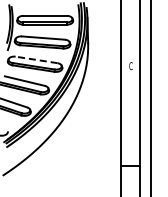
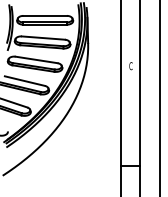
line at (36, 59): dashed -> solid
line at (151, 97) position: (151, 97) -> (160, 97)
